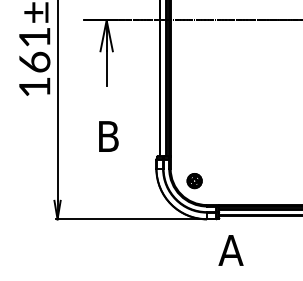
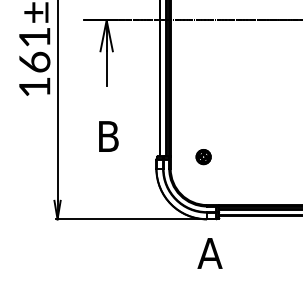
part at (194, 181) position: (194, 181) -> (203, 157)
text at (230, 250) position: (230, 250) -> (209, 253)
